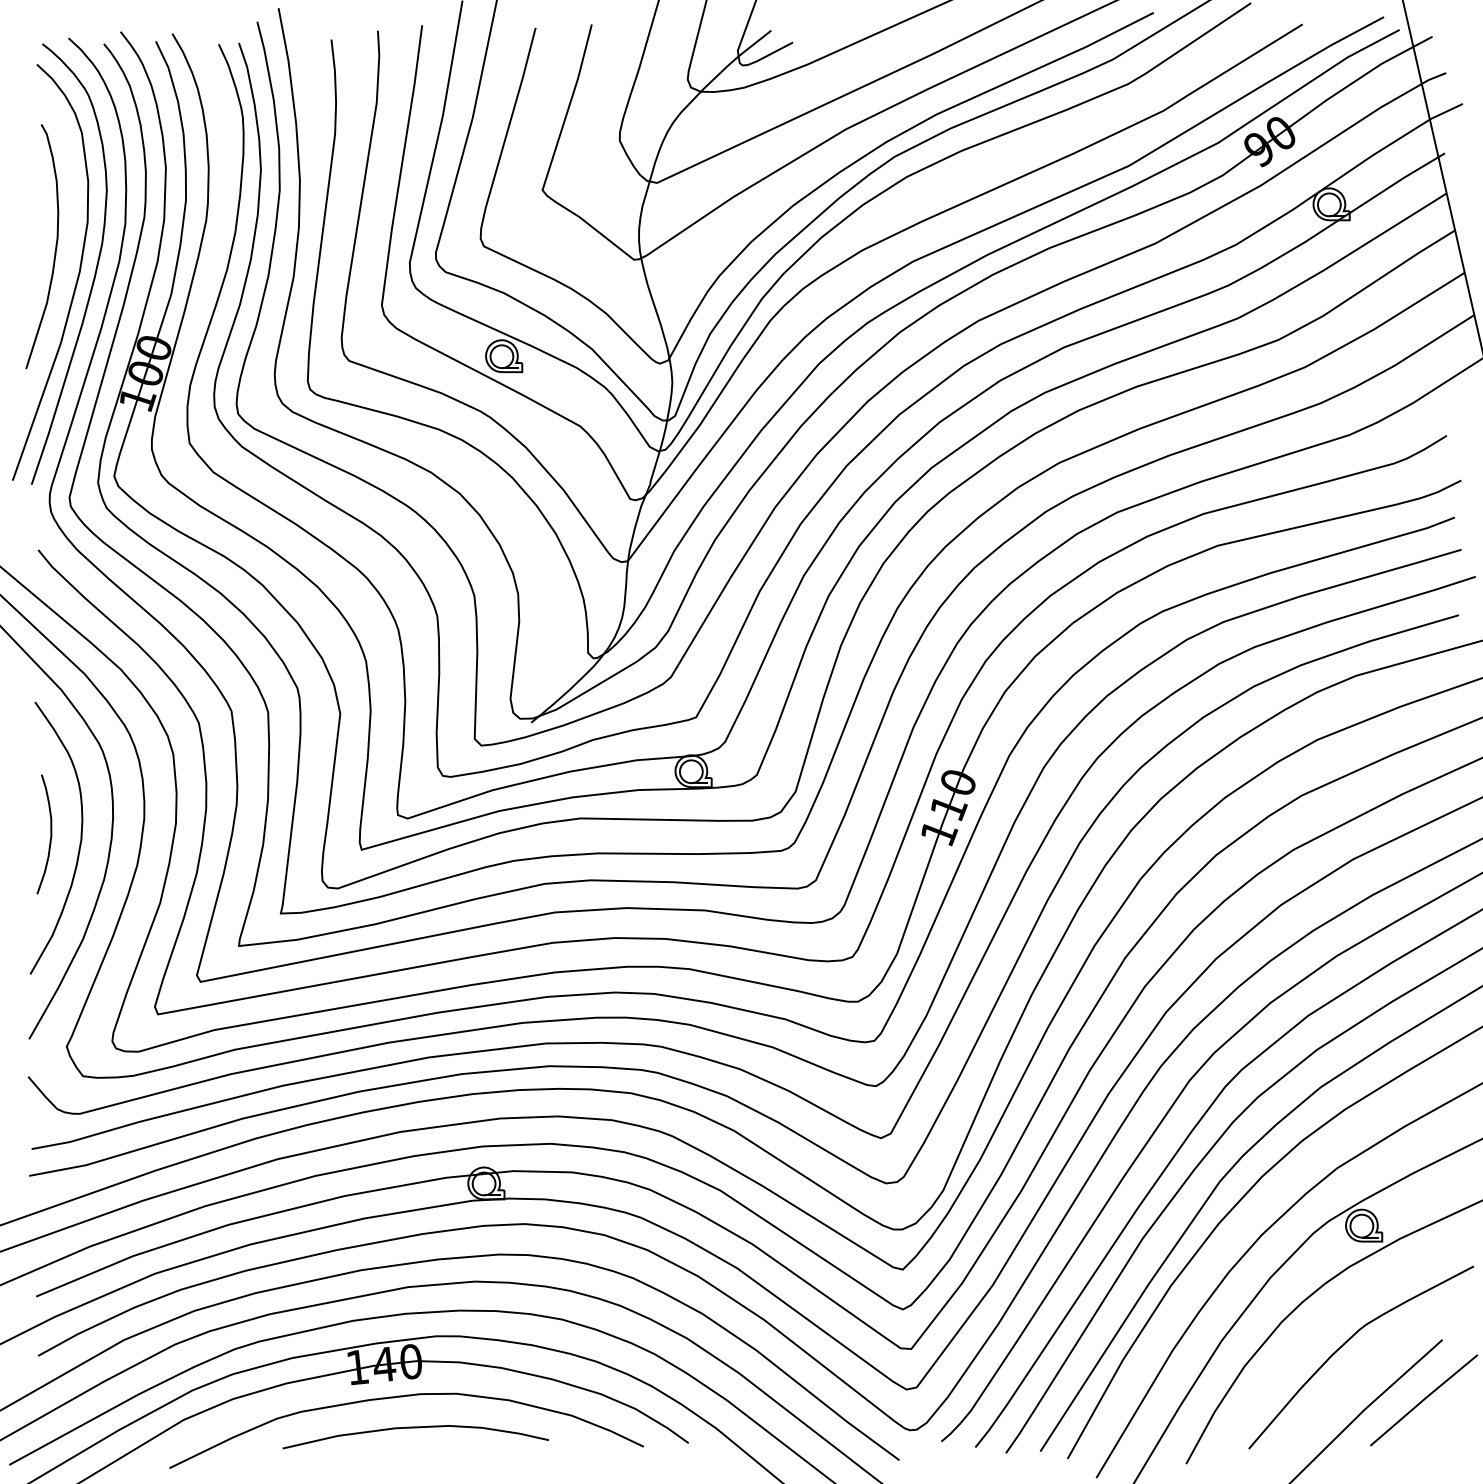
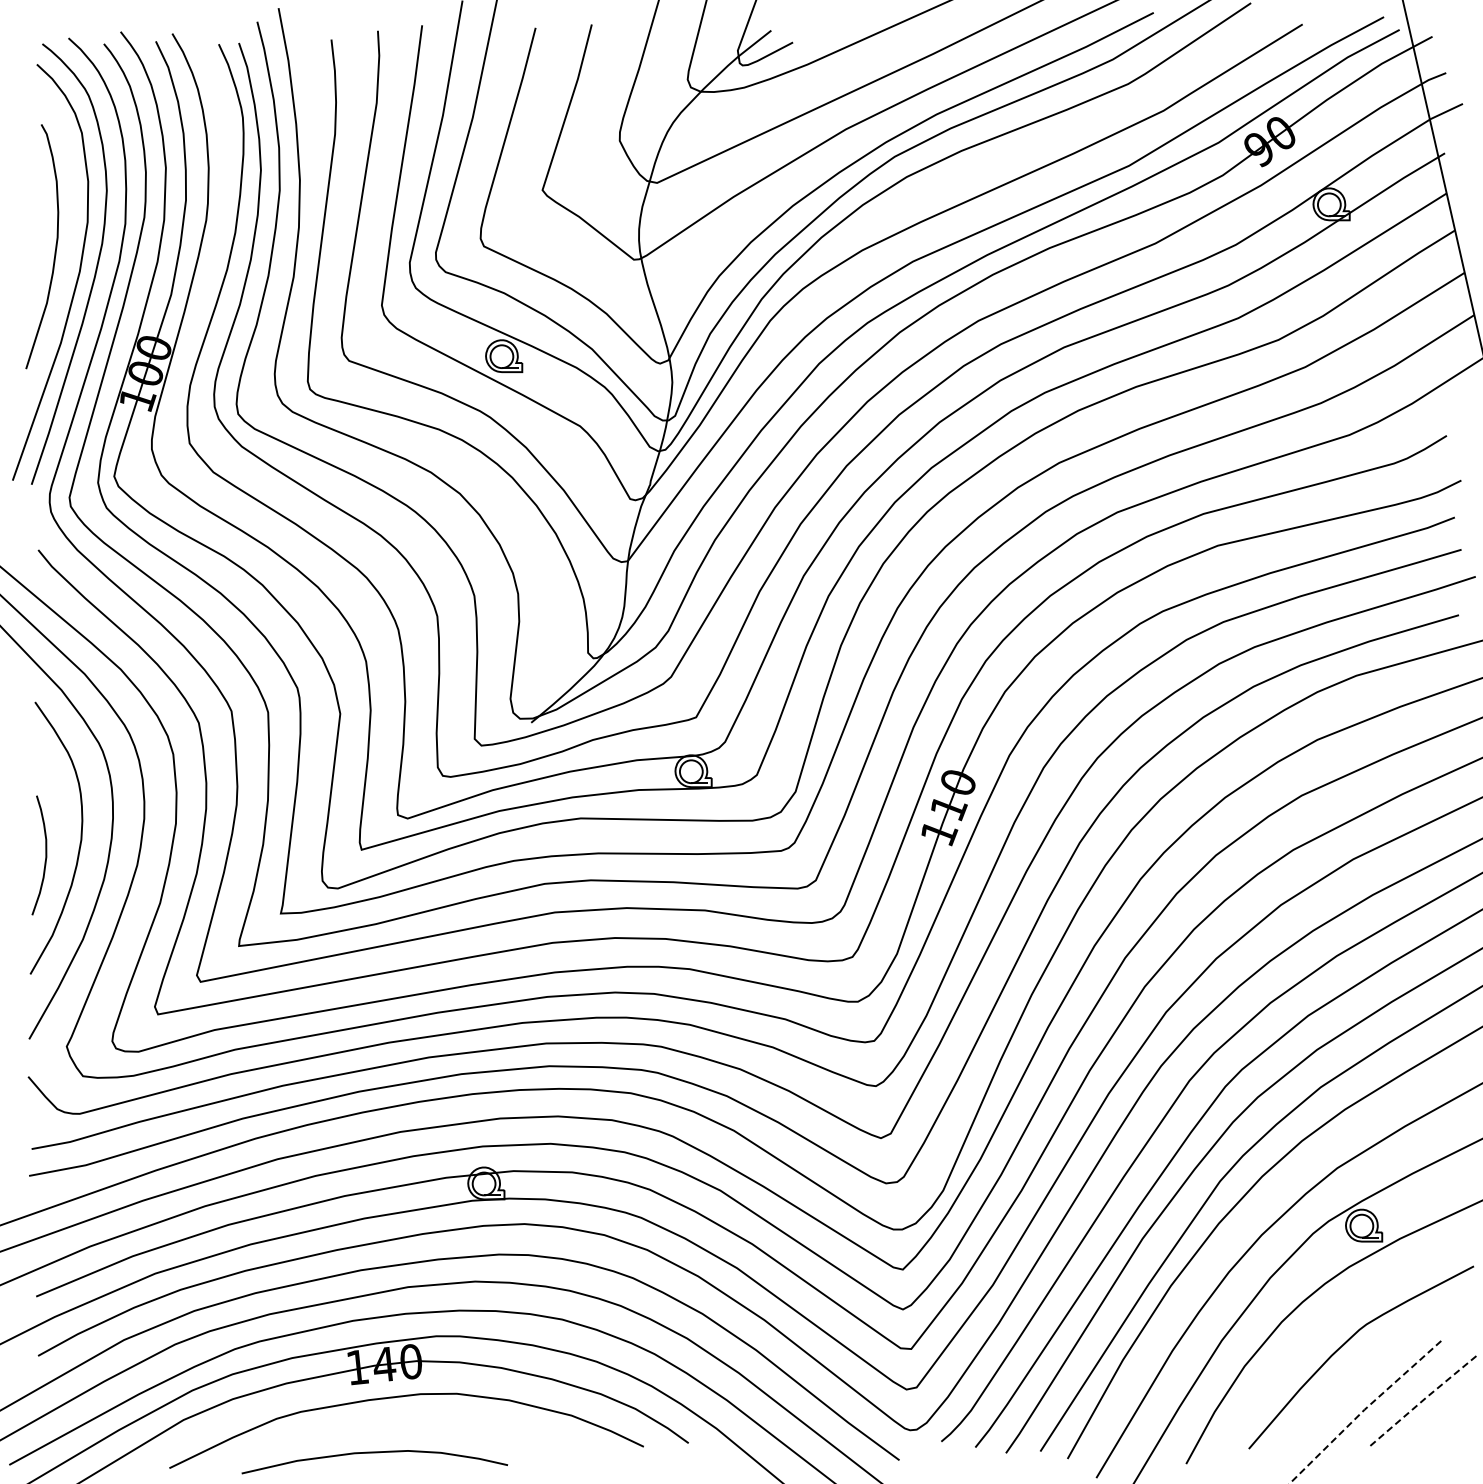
curve at (50, 834) position: (50, 834) -> (45, 855)
line at (1424, 1399): solid -> dashed
line at (1364, 1409): solid -> dashed
curve at (415, 1428) position: (415, 1428) -> (374, 1453)
